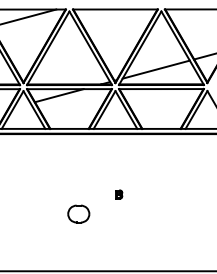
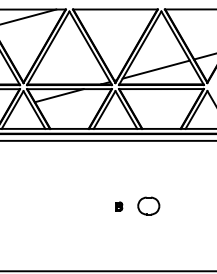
line at (107, 140): none -> present
part at (119, 194) position: (119, 194) -> (119, 206)
part at (78, 213) position: (78, 213) -> (148, 205)
